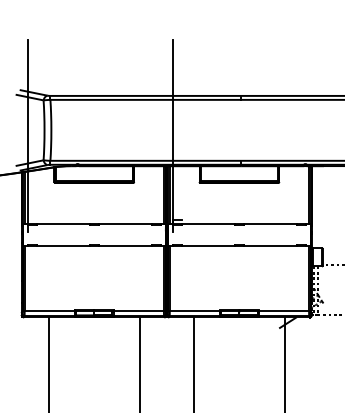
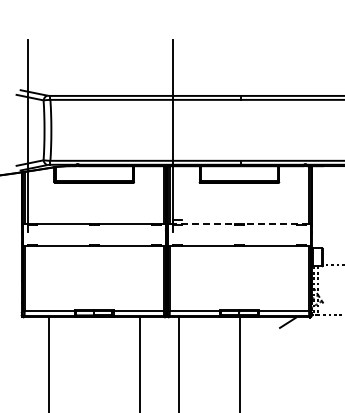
line at (239, 223): solid -> dashed
line at (194, 363) position: (194, 363) -> (179, 363)
line at (284, 363) position: (284, 363) -> (239, 363)
